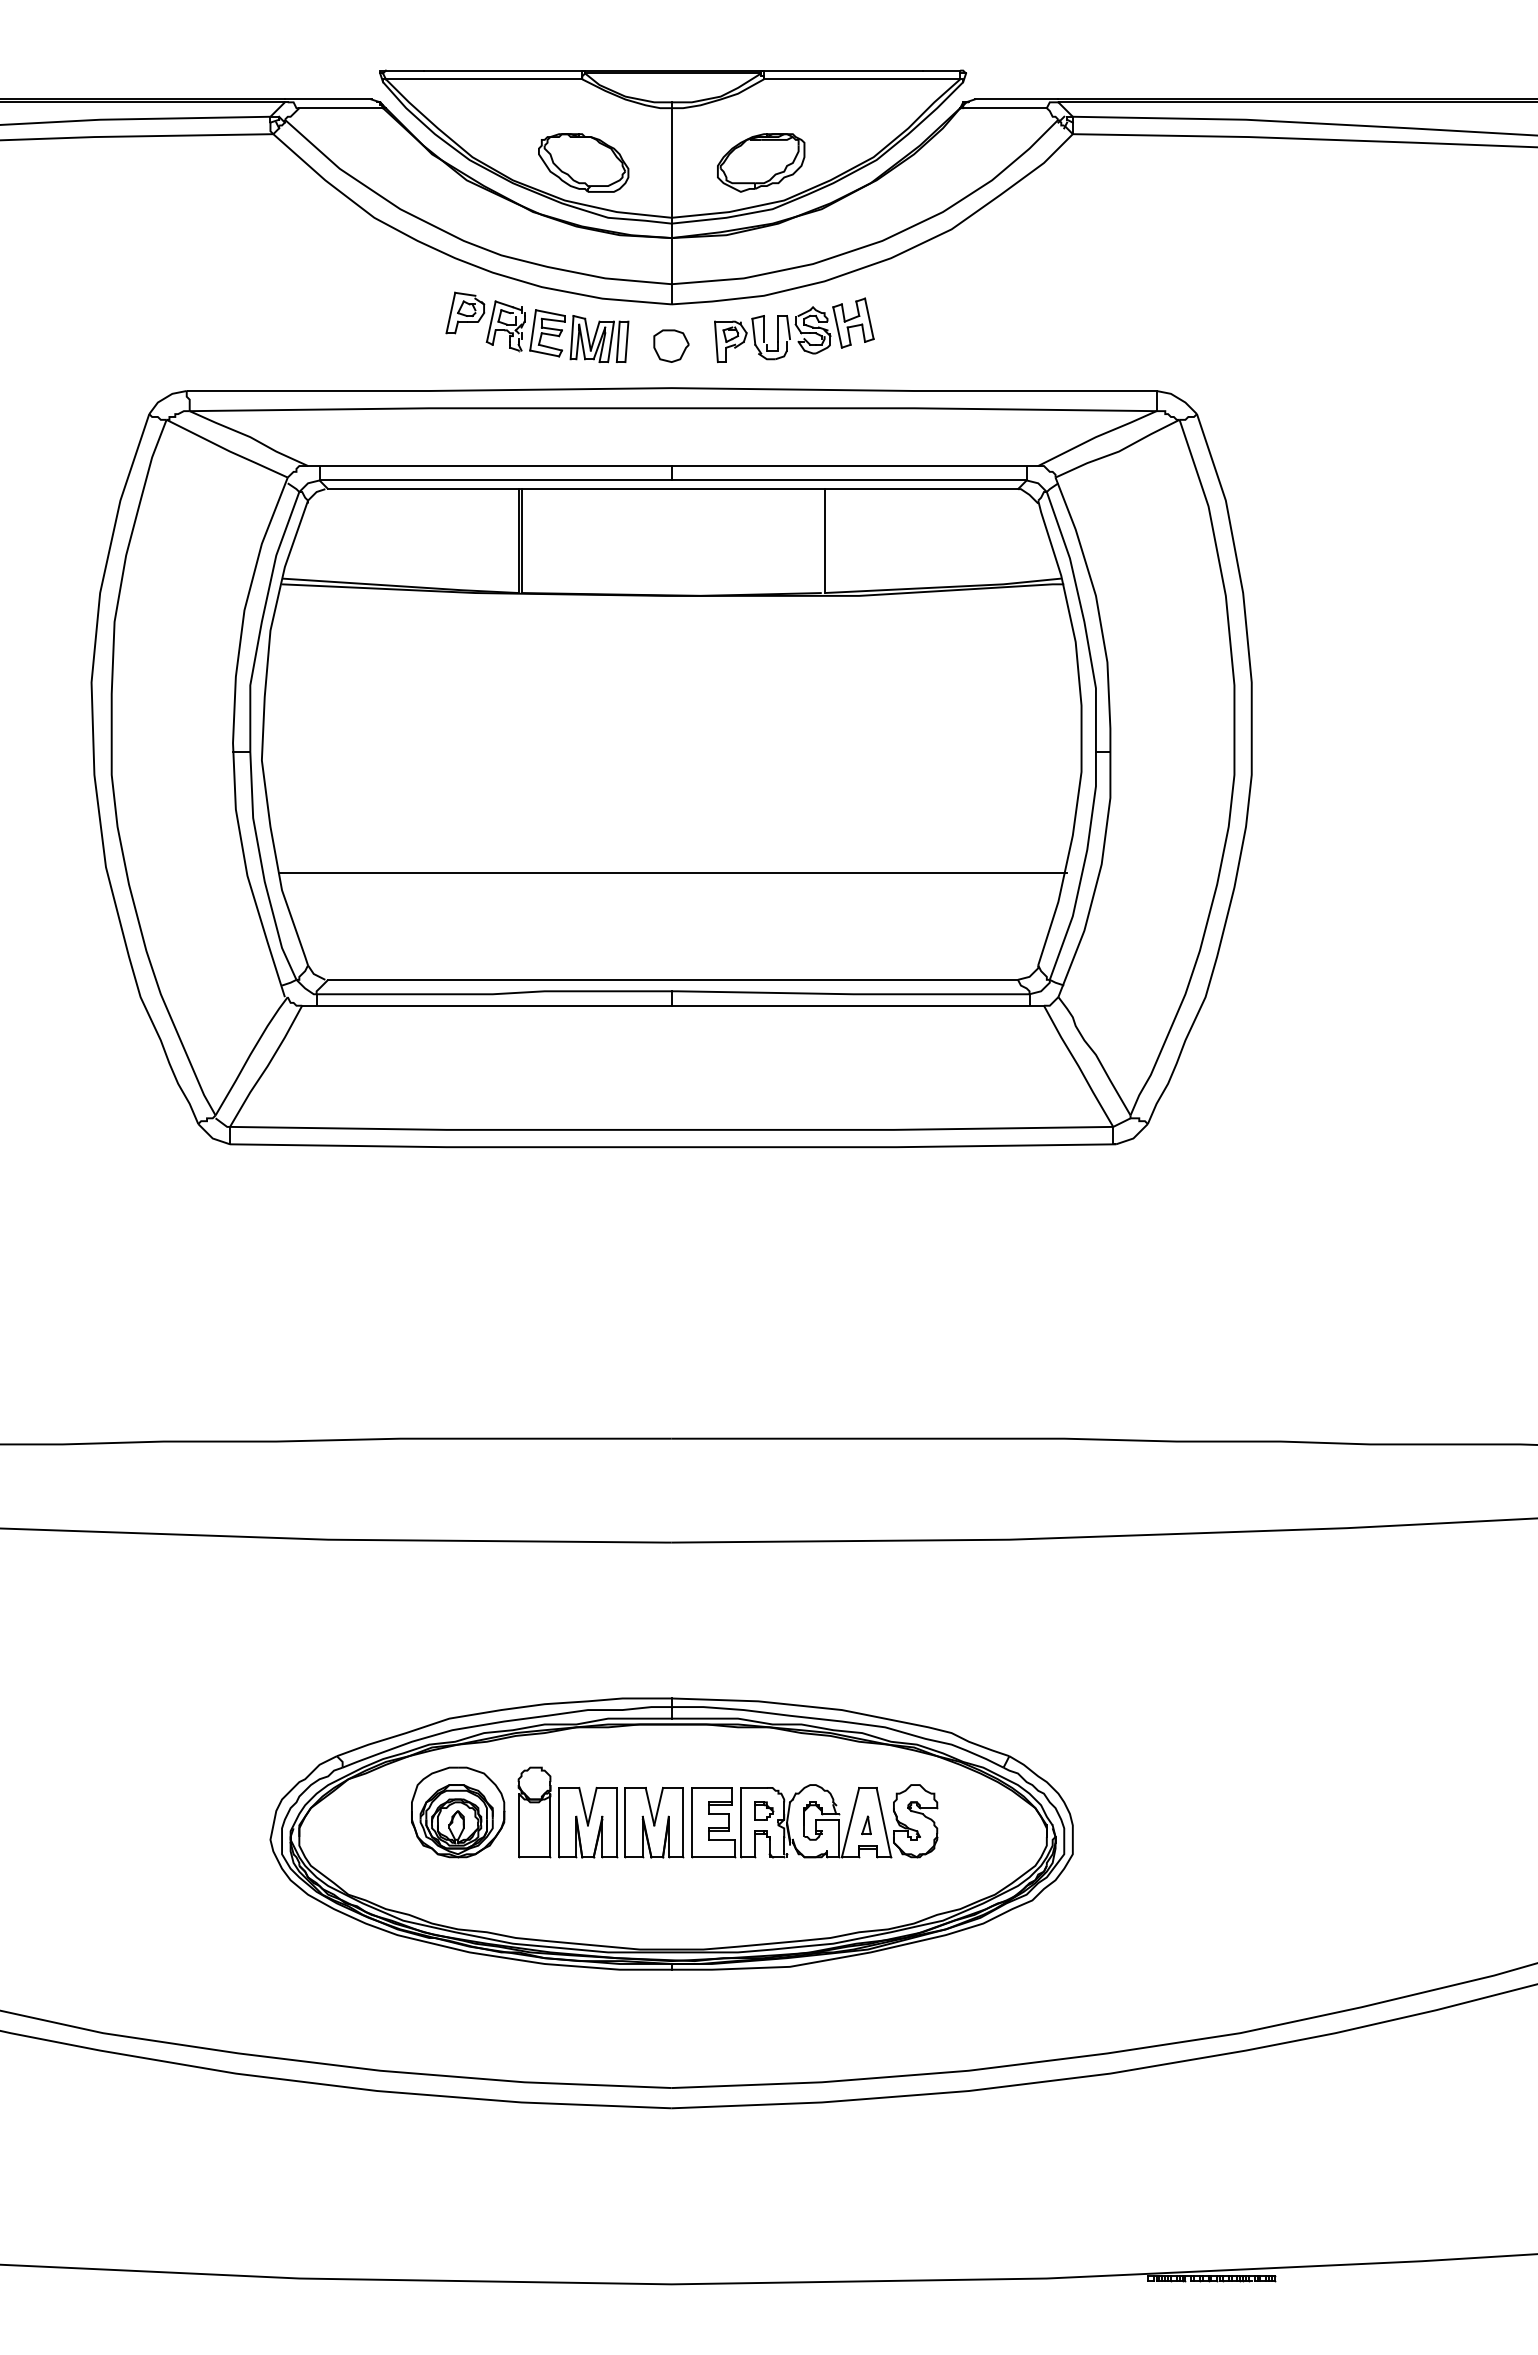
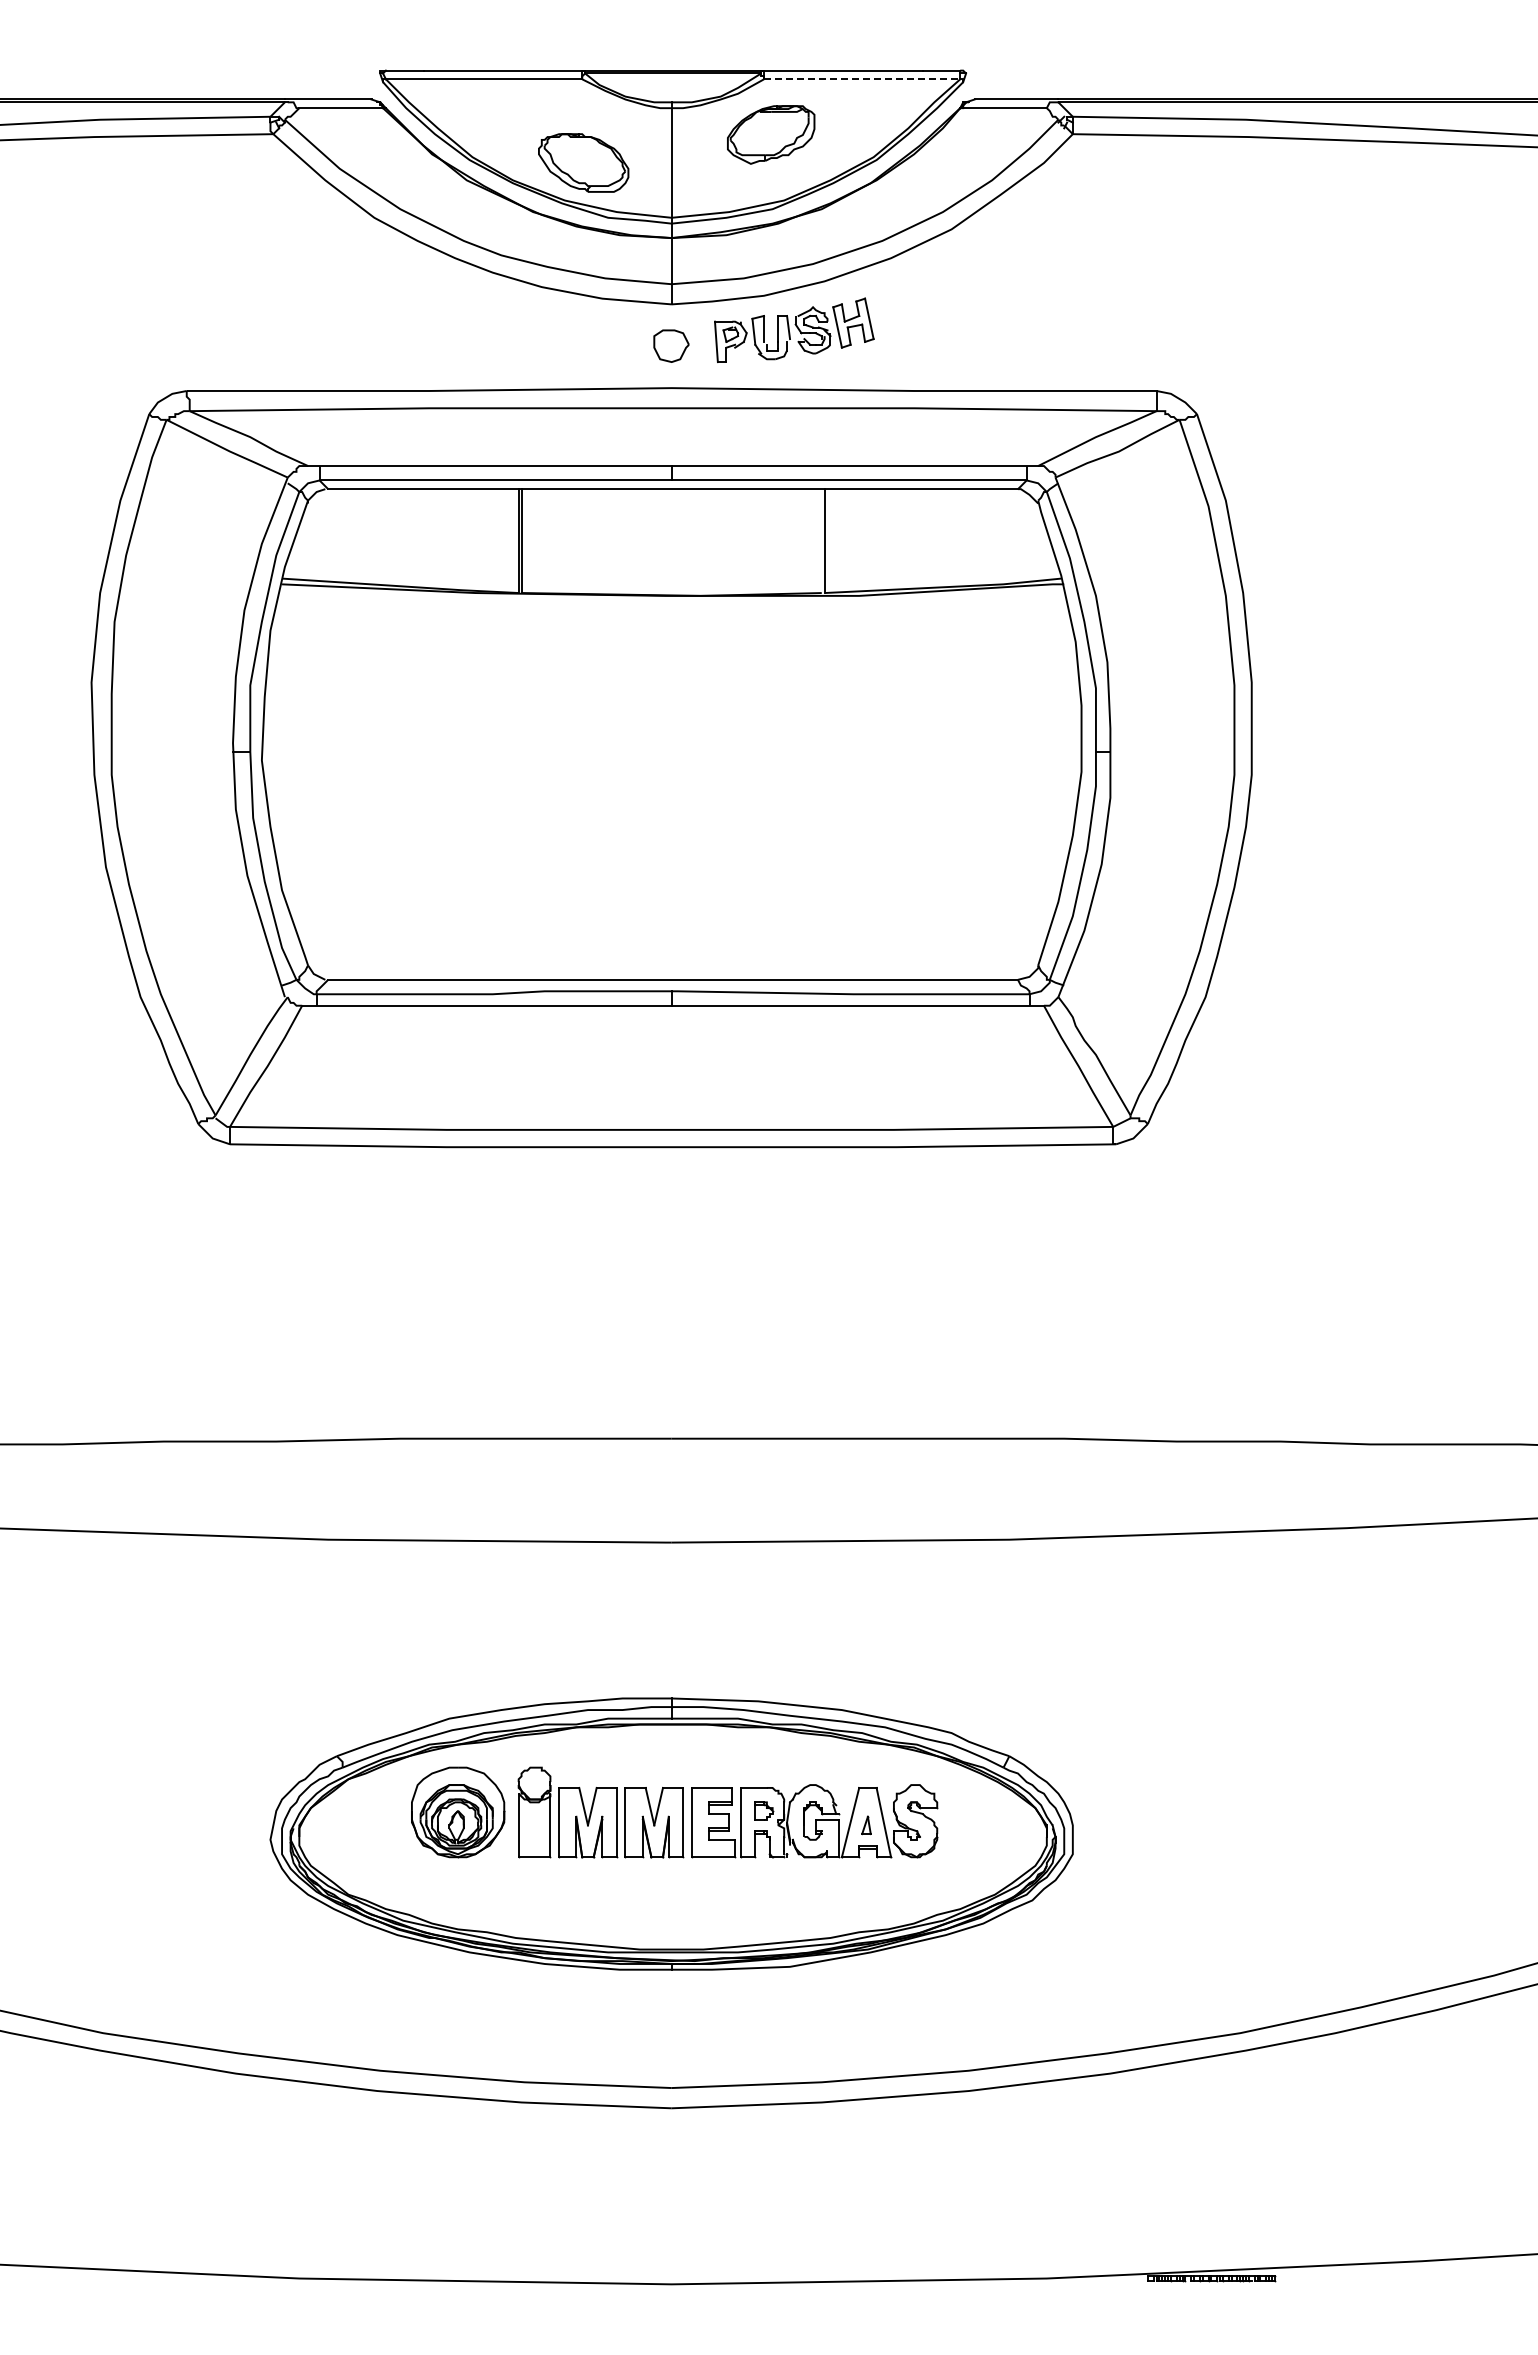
line at (862, 79): solid -> dashed
part at (761, 162) position: (761, 162) -> (771, 134)
part at (537, 327): present -> none
line at (673, 872): present -> none
